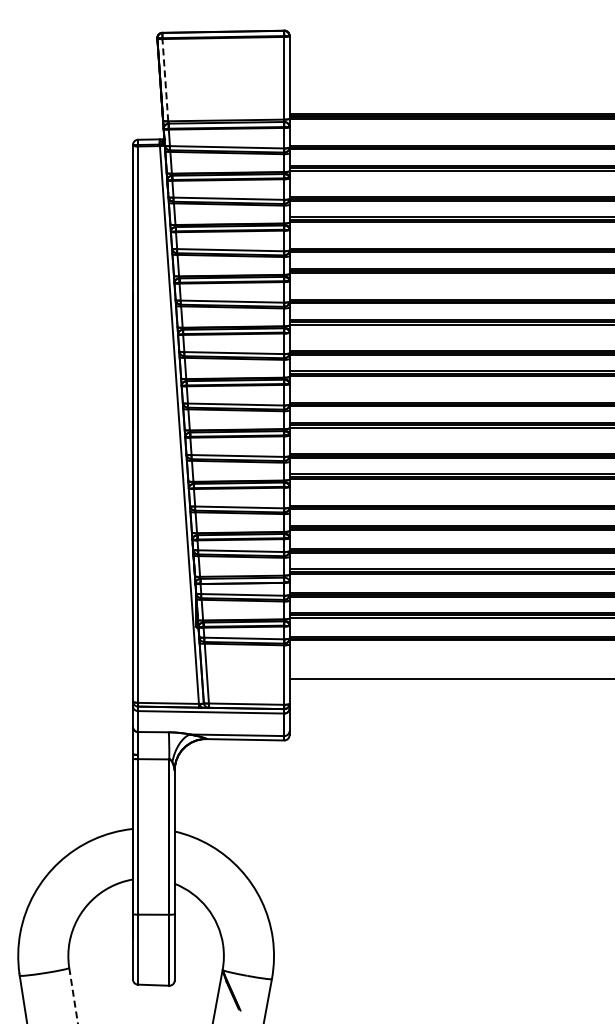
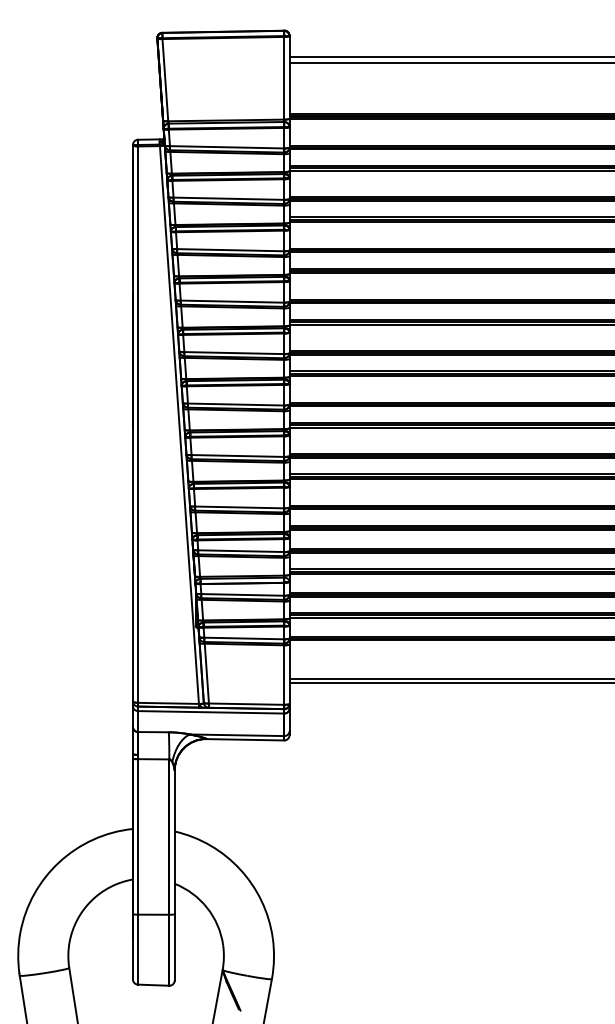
line at (450, 56): none -> present
line at (450, 62): none -> present
line at (165, 79): dashed -> solid
line at (450, 683): none -> present
line at (73, 995): dashed -> solid
